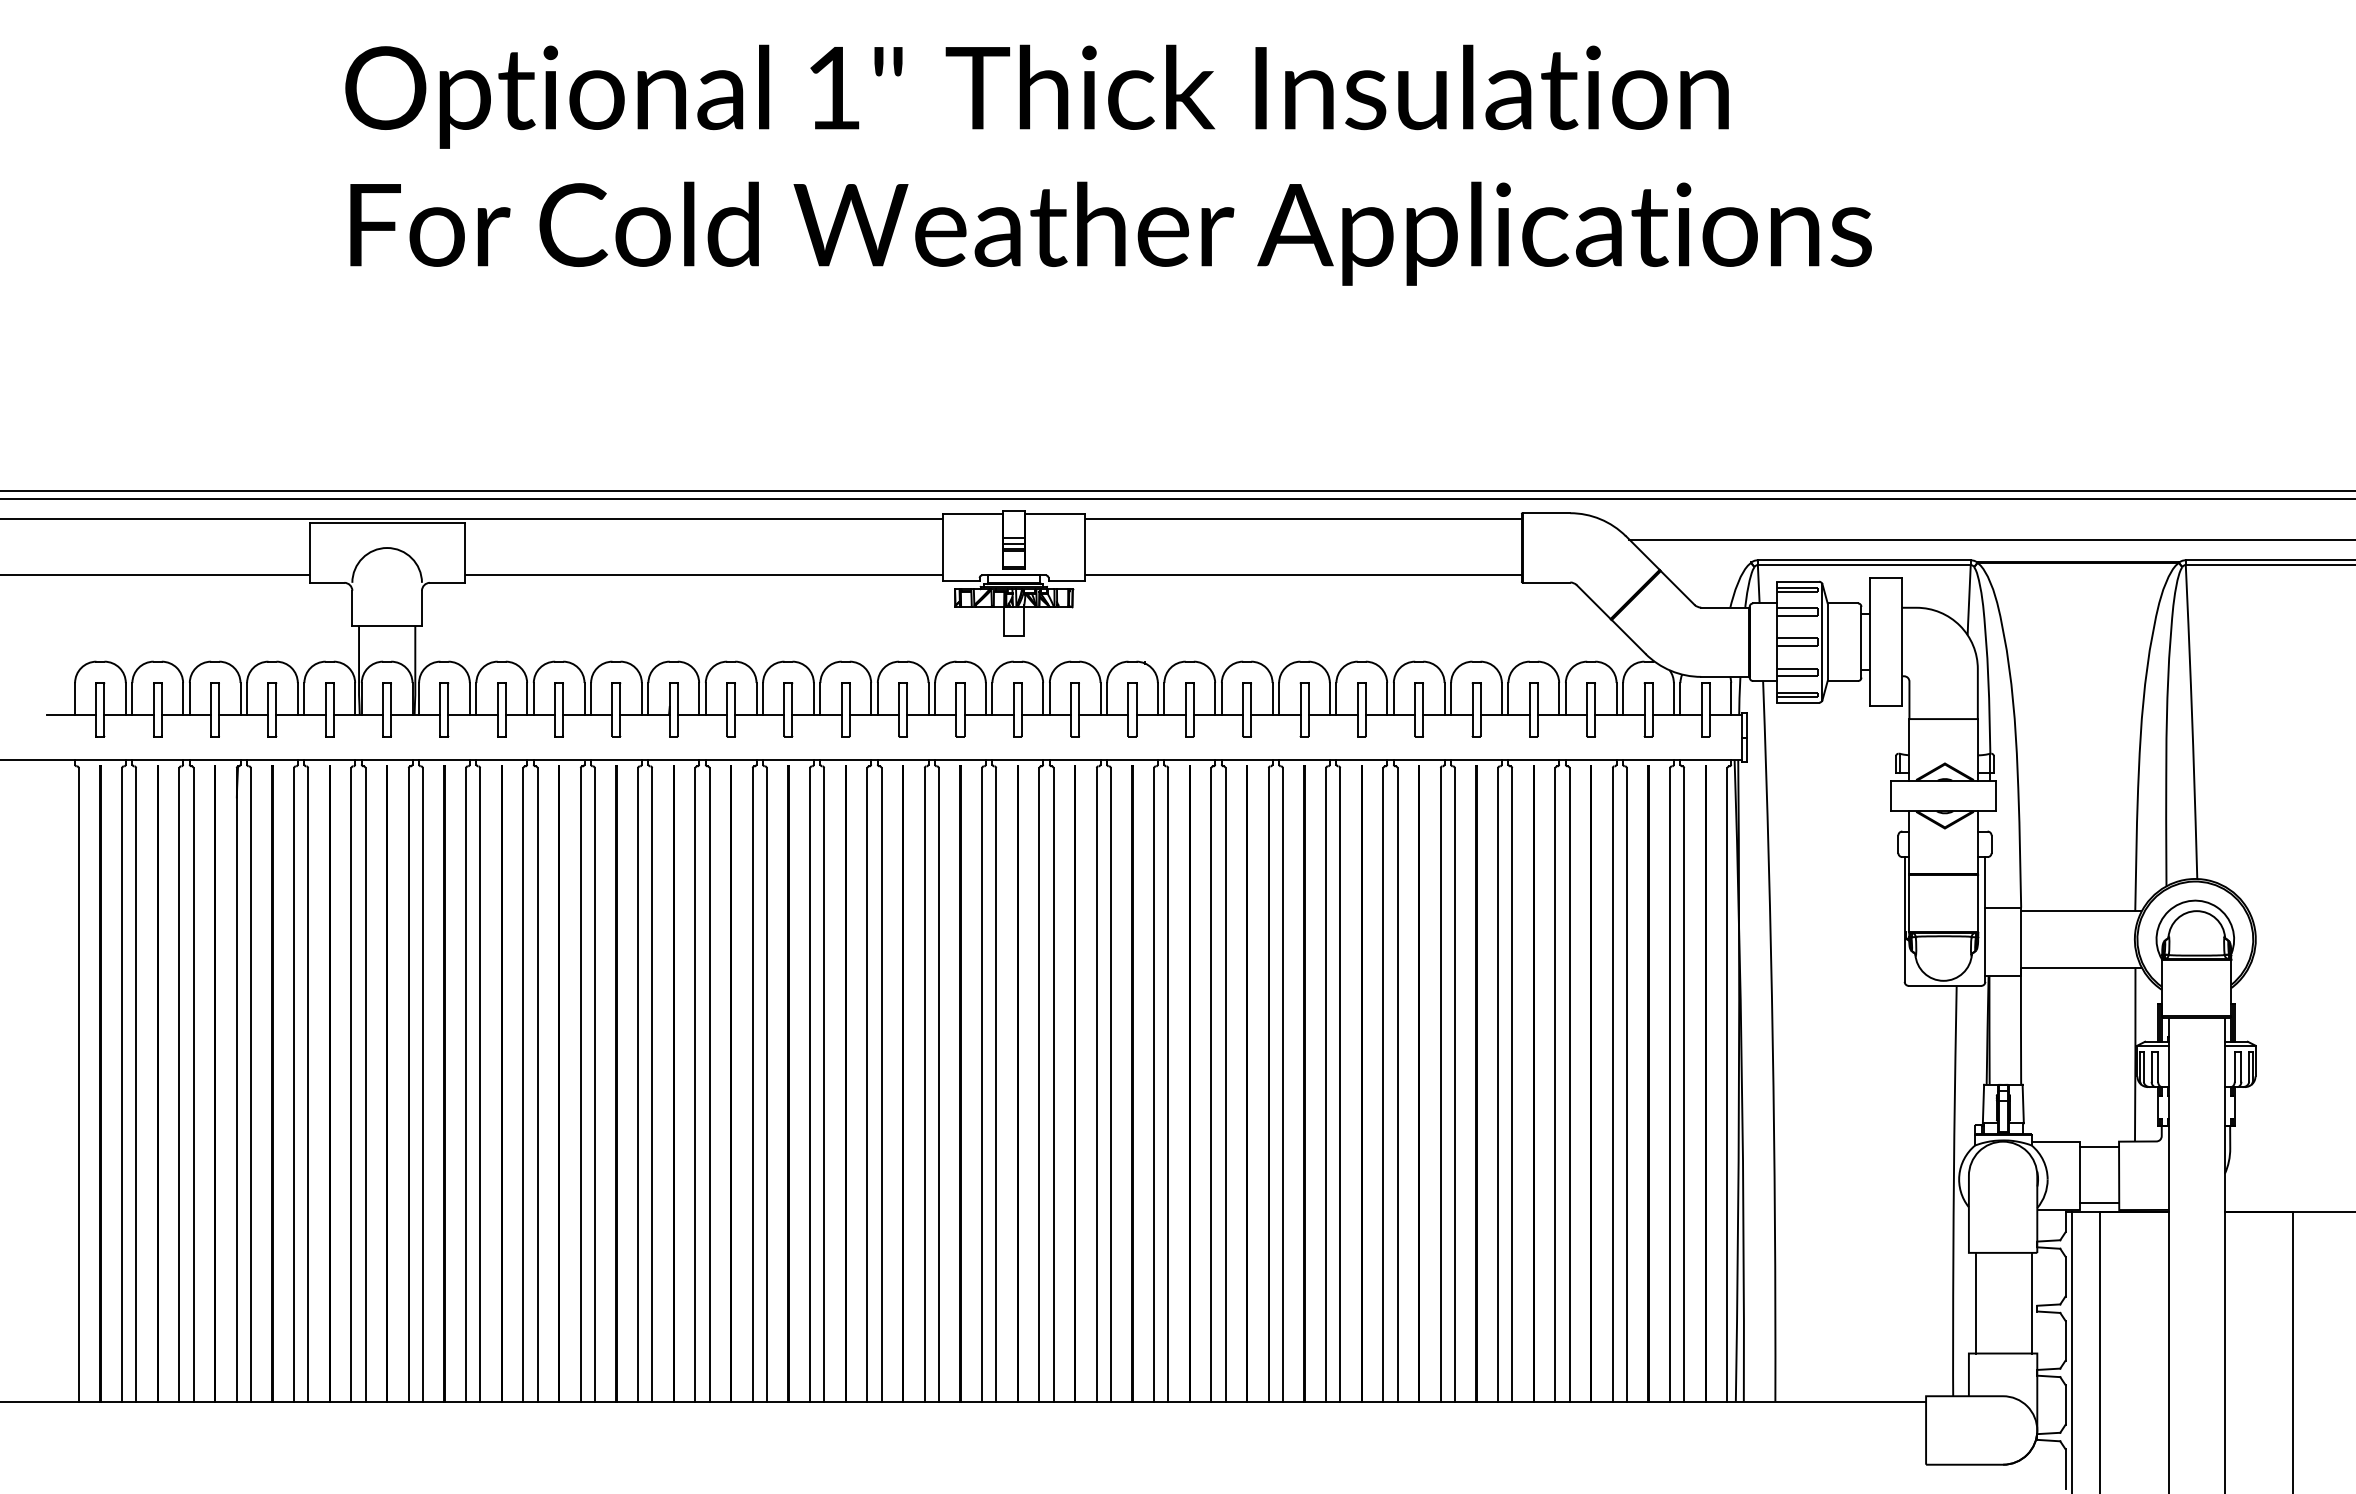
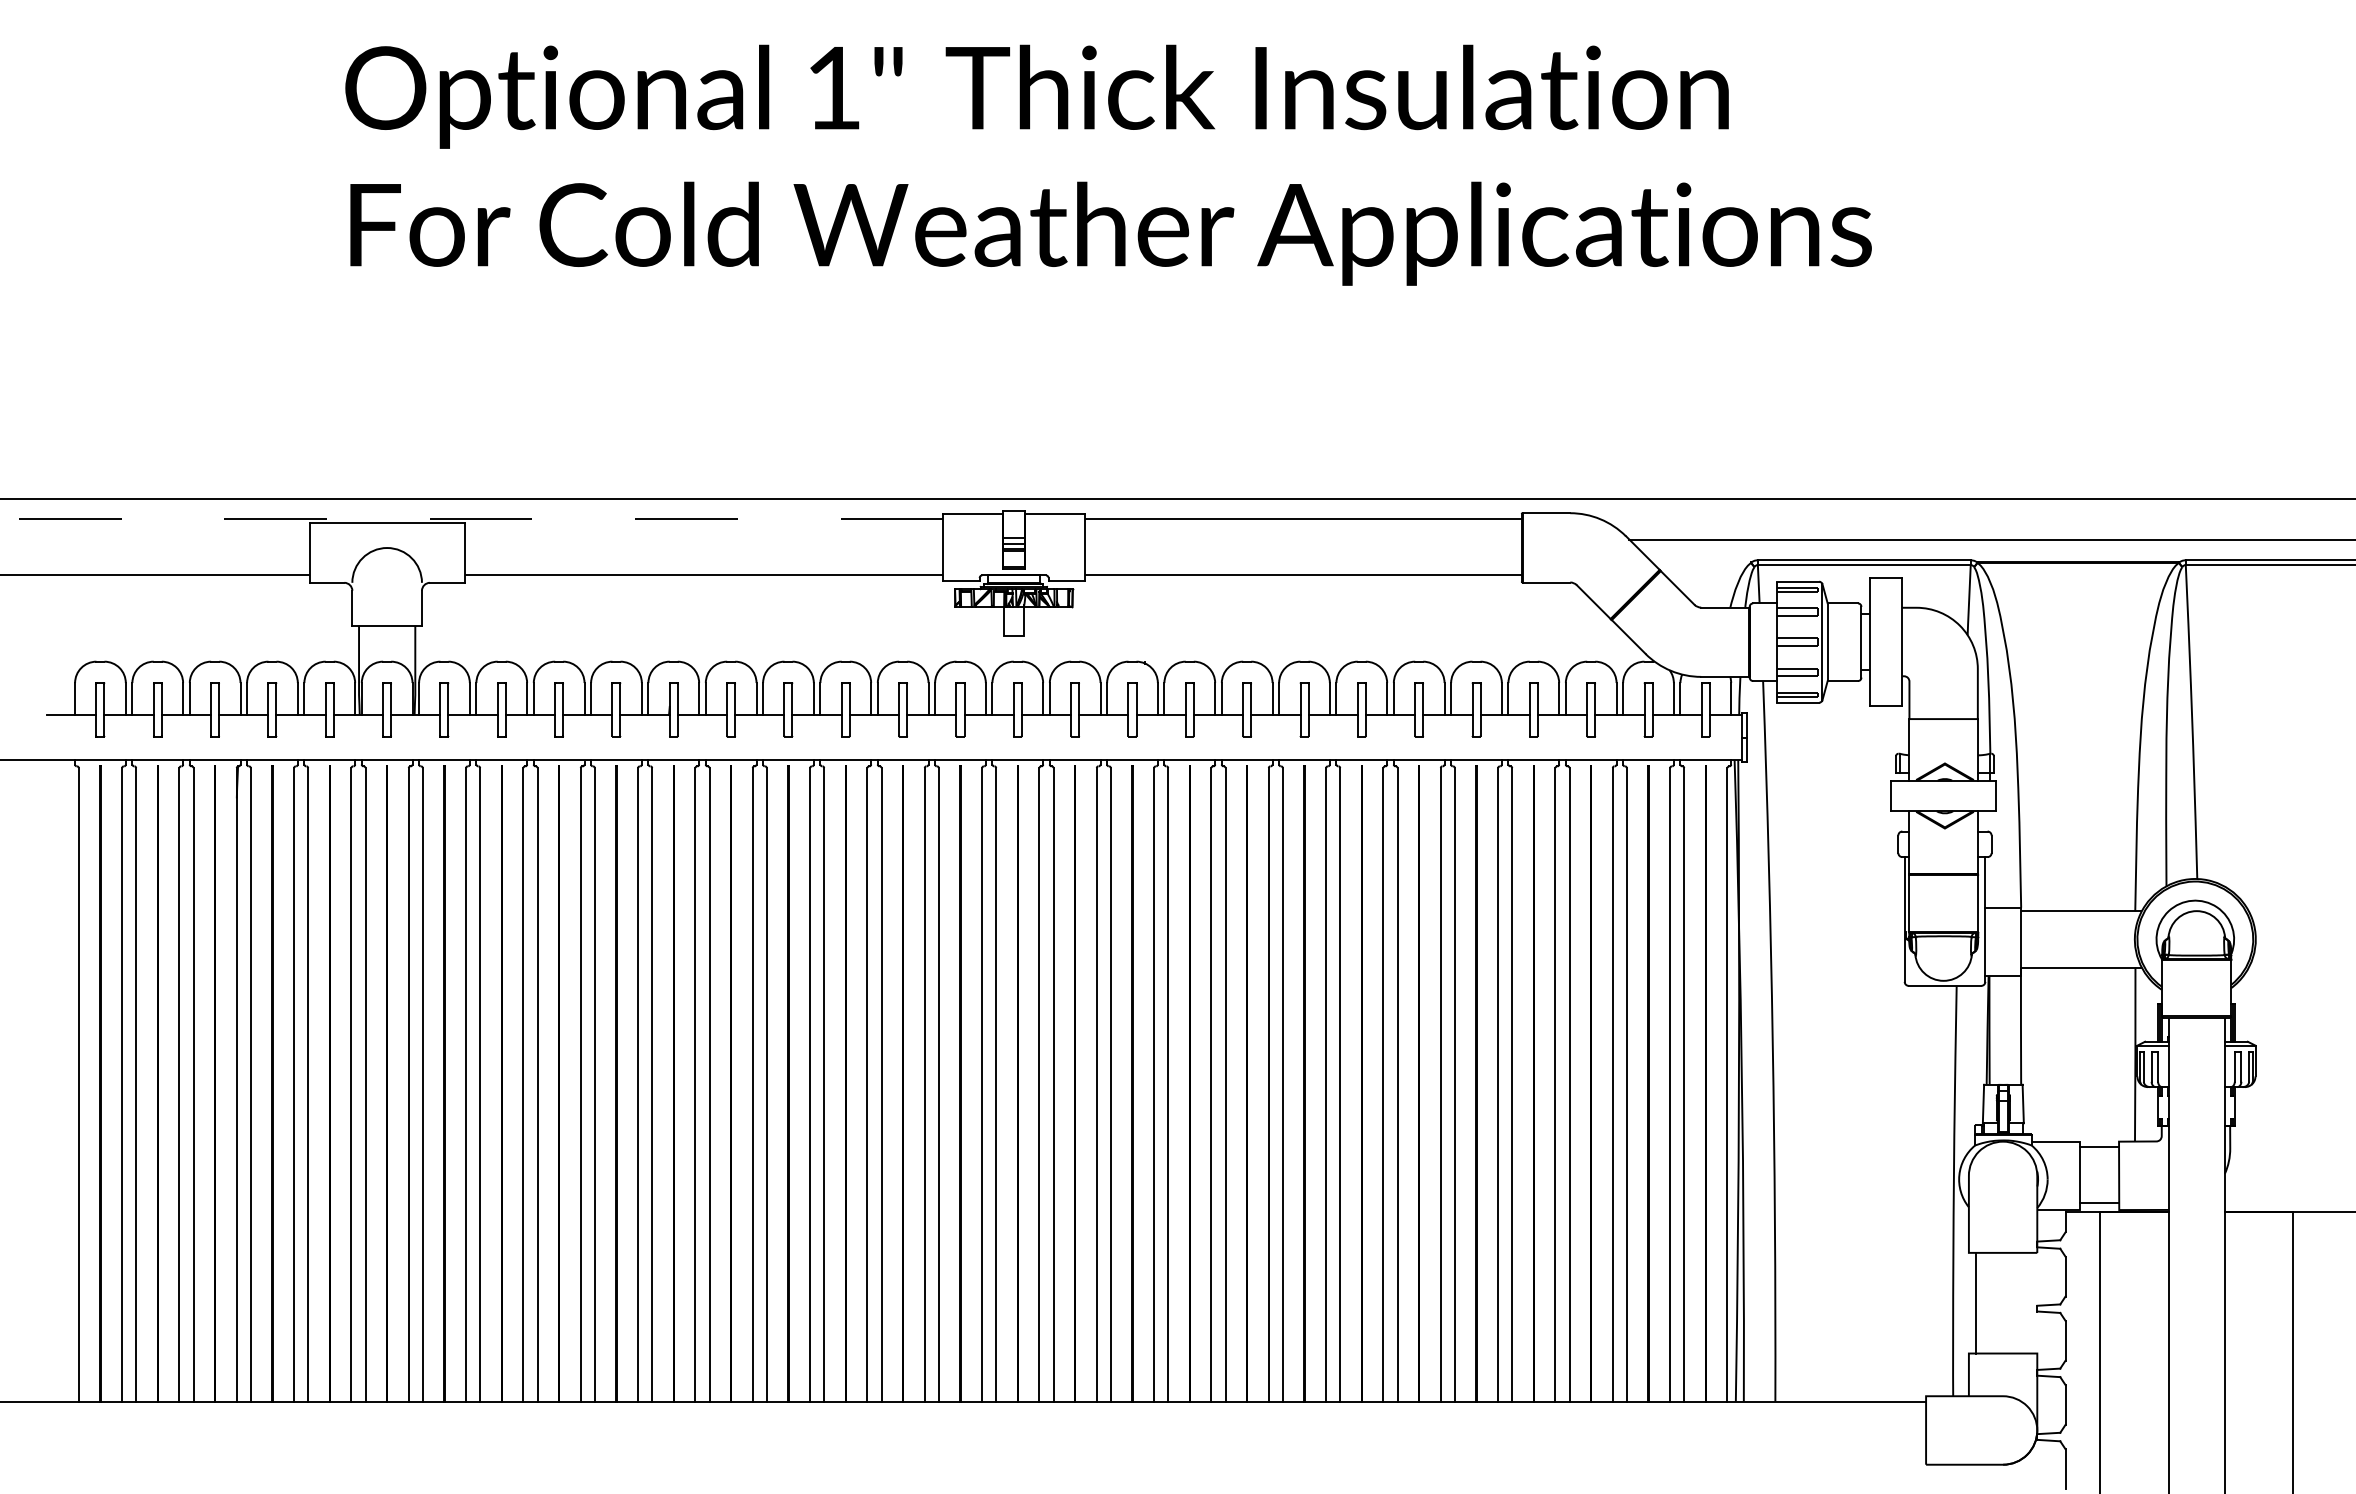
line at (1177, 490): present -> none
line at (471, 519): solid -> dashed
line at (2032, 1302): present -> none
line at (2072, 1351): present -> none
